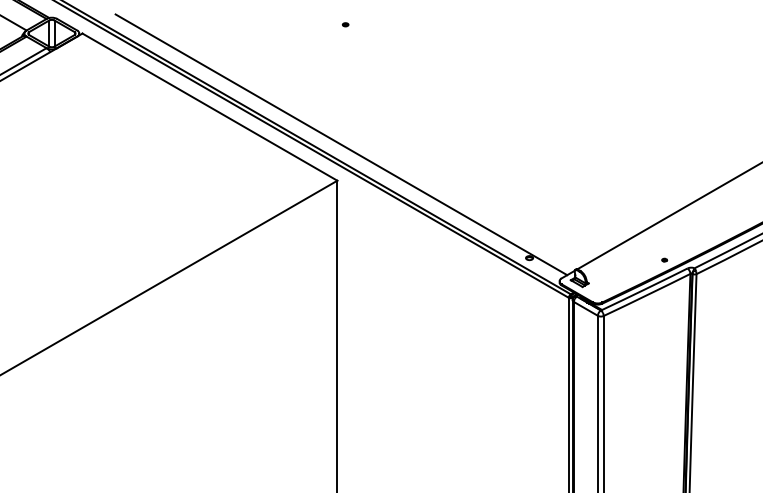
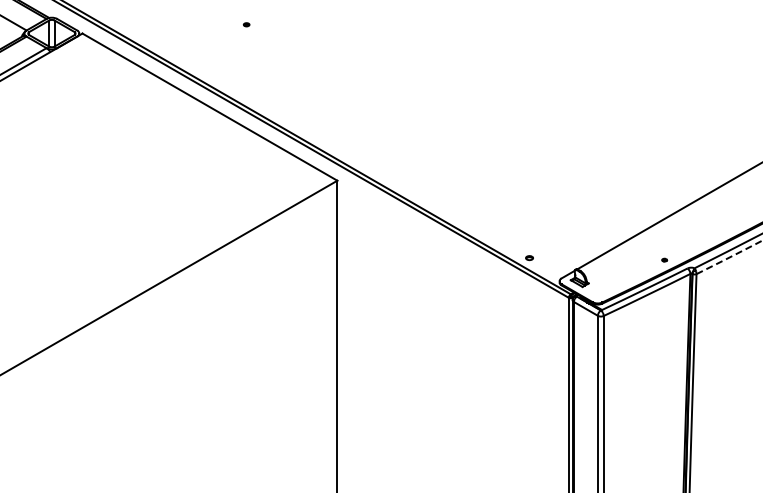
part at (345, 24) position: (345, 24) -> (246, 24)
line at (341, 144): present -> none
arc at (730, 257): solid -> dashed
